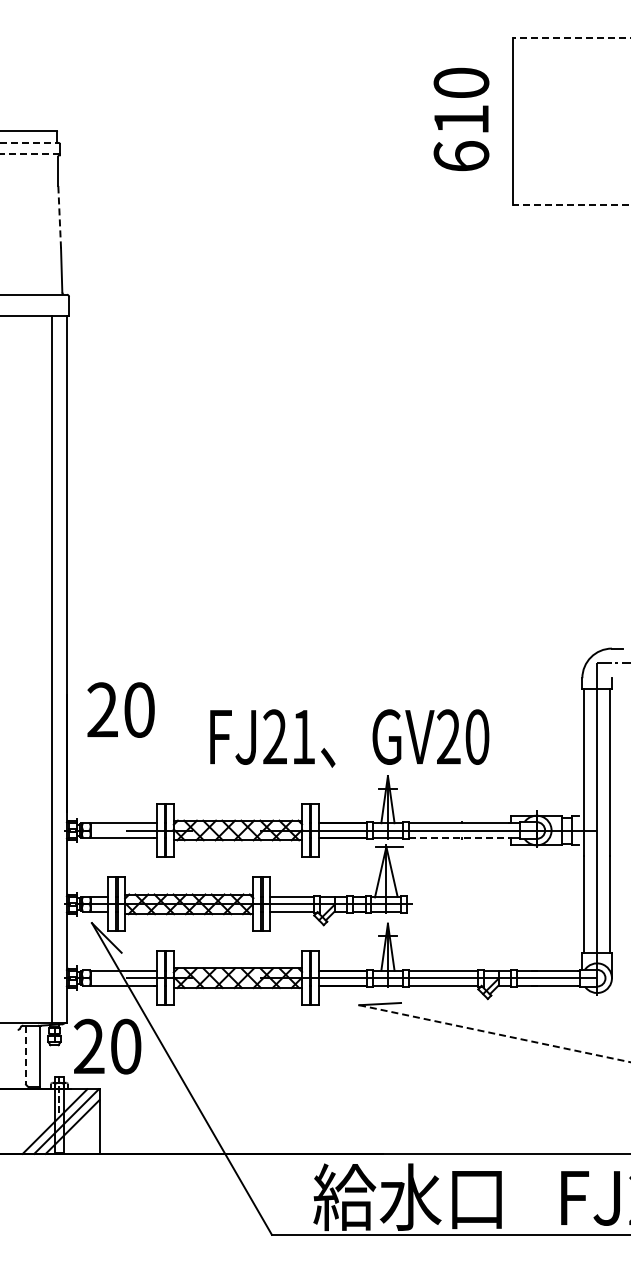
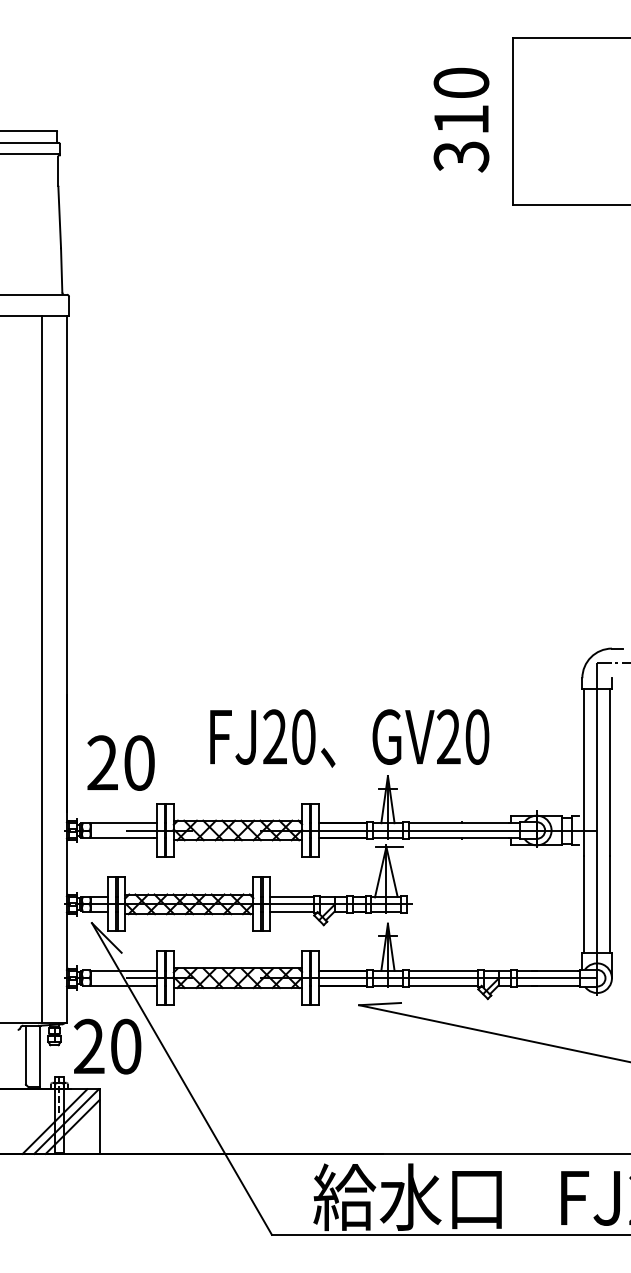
line at (571, 38): dashed -> solid
line at (29, 143): dashed -> solid
line at (30, 153): dashed -> solid
text at (461, 156): 610 -> 310
line at (571, 205): dashed -> solid
line at (59, 217): dashed -> solid
line at (51, 669) position: (51, 669) -> (41, 669)
text at (120, 709) position: (120, 709) -> (120, 762)
text at (303, 736): FJ21 -> FJ20
line at (458, 837): dashed -> solid
line at (494, 1033): dashed -> solid
line at (26, 1055): dashed -> solid
